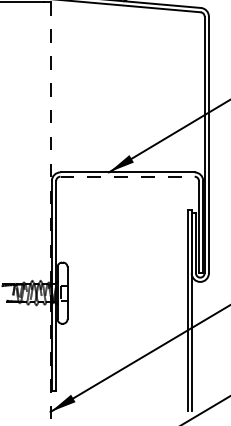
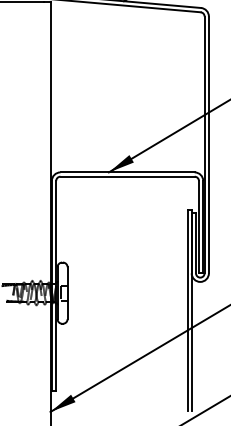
line at (128, 176): dashed -> solid
line at (50, 214): dashed -> solid
